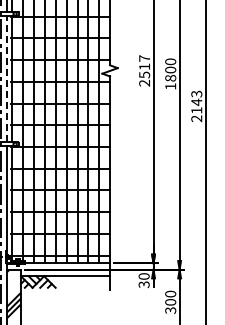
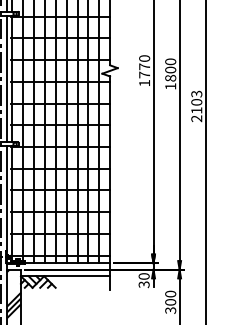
text at (144, 70): 2517 -> 1770
line at (6, 78): dashed -> solid
text at (196, 102): 2143 -> 2103
